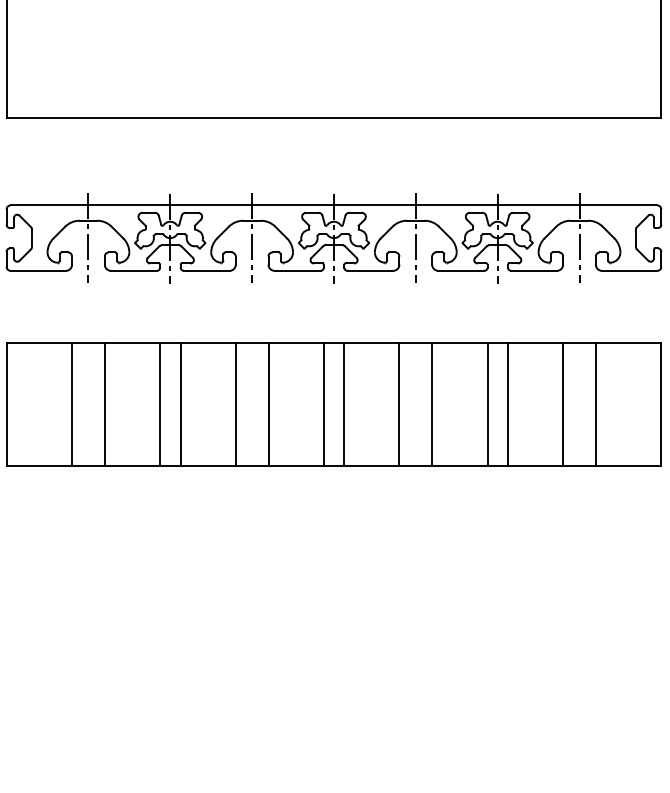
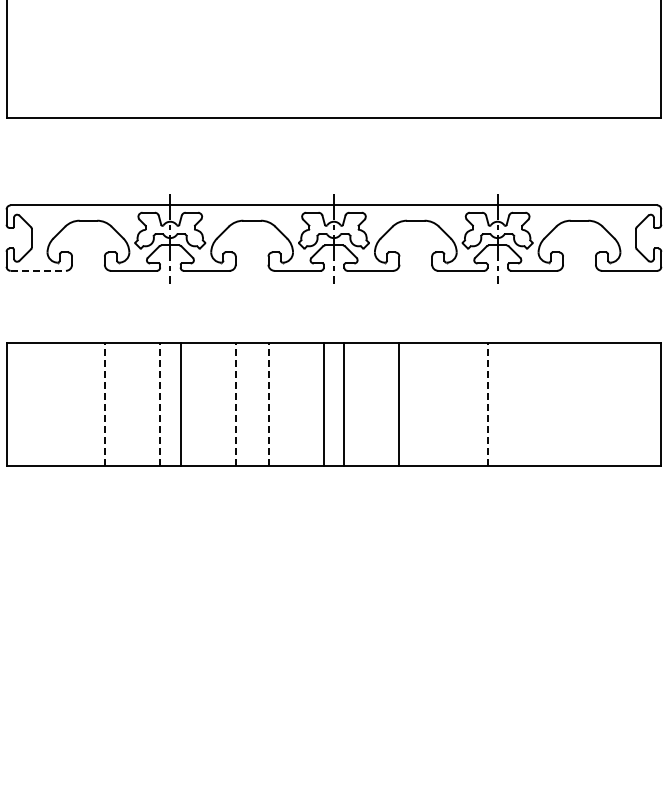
line at (88, 238): present -> none
line at (252, 238): present -> none
line at (415, 238): present -> none
line at (579, 238): present -> none
line at (38, 270): solid -> dashed
line at (72, 404): present -> none
line at (104, 404): solid -> dashed
line at (160, 404): solid -> dashed
line at (235, 404): solid -> dashed
line at (268, 404): solid -> dashed
line at (432, 404): present -> none
line at (487, 404): solid -> dashed
line at (508, 404): present -> none
line at (563, 404): present -> none
line at (595, 404): present -> none
